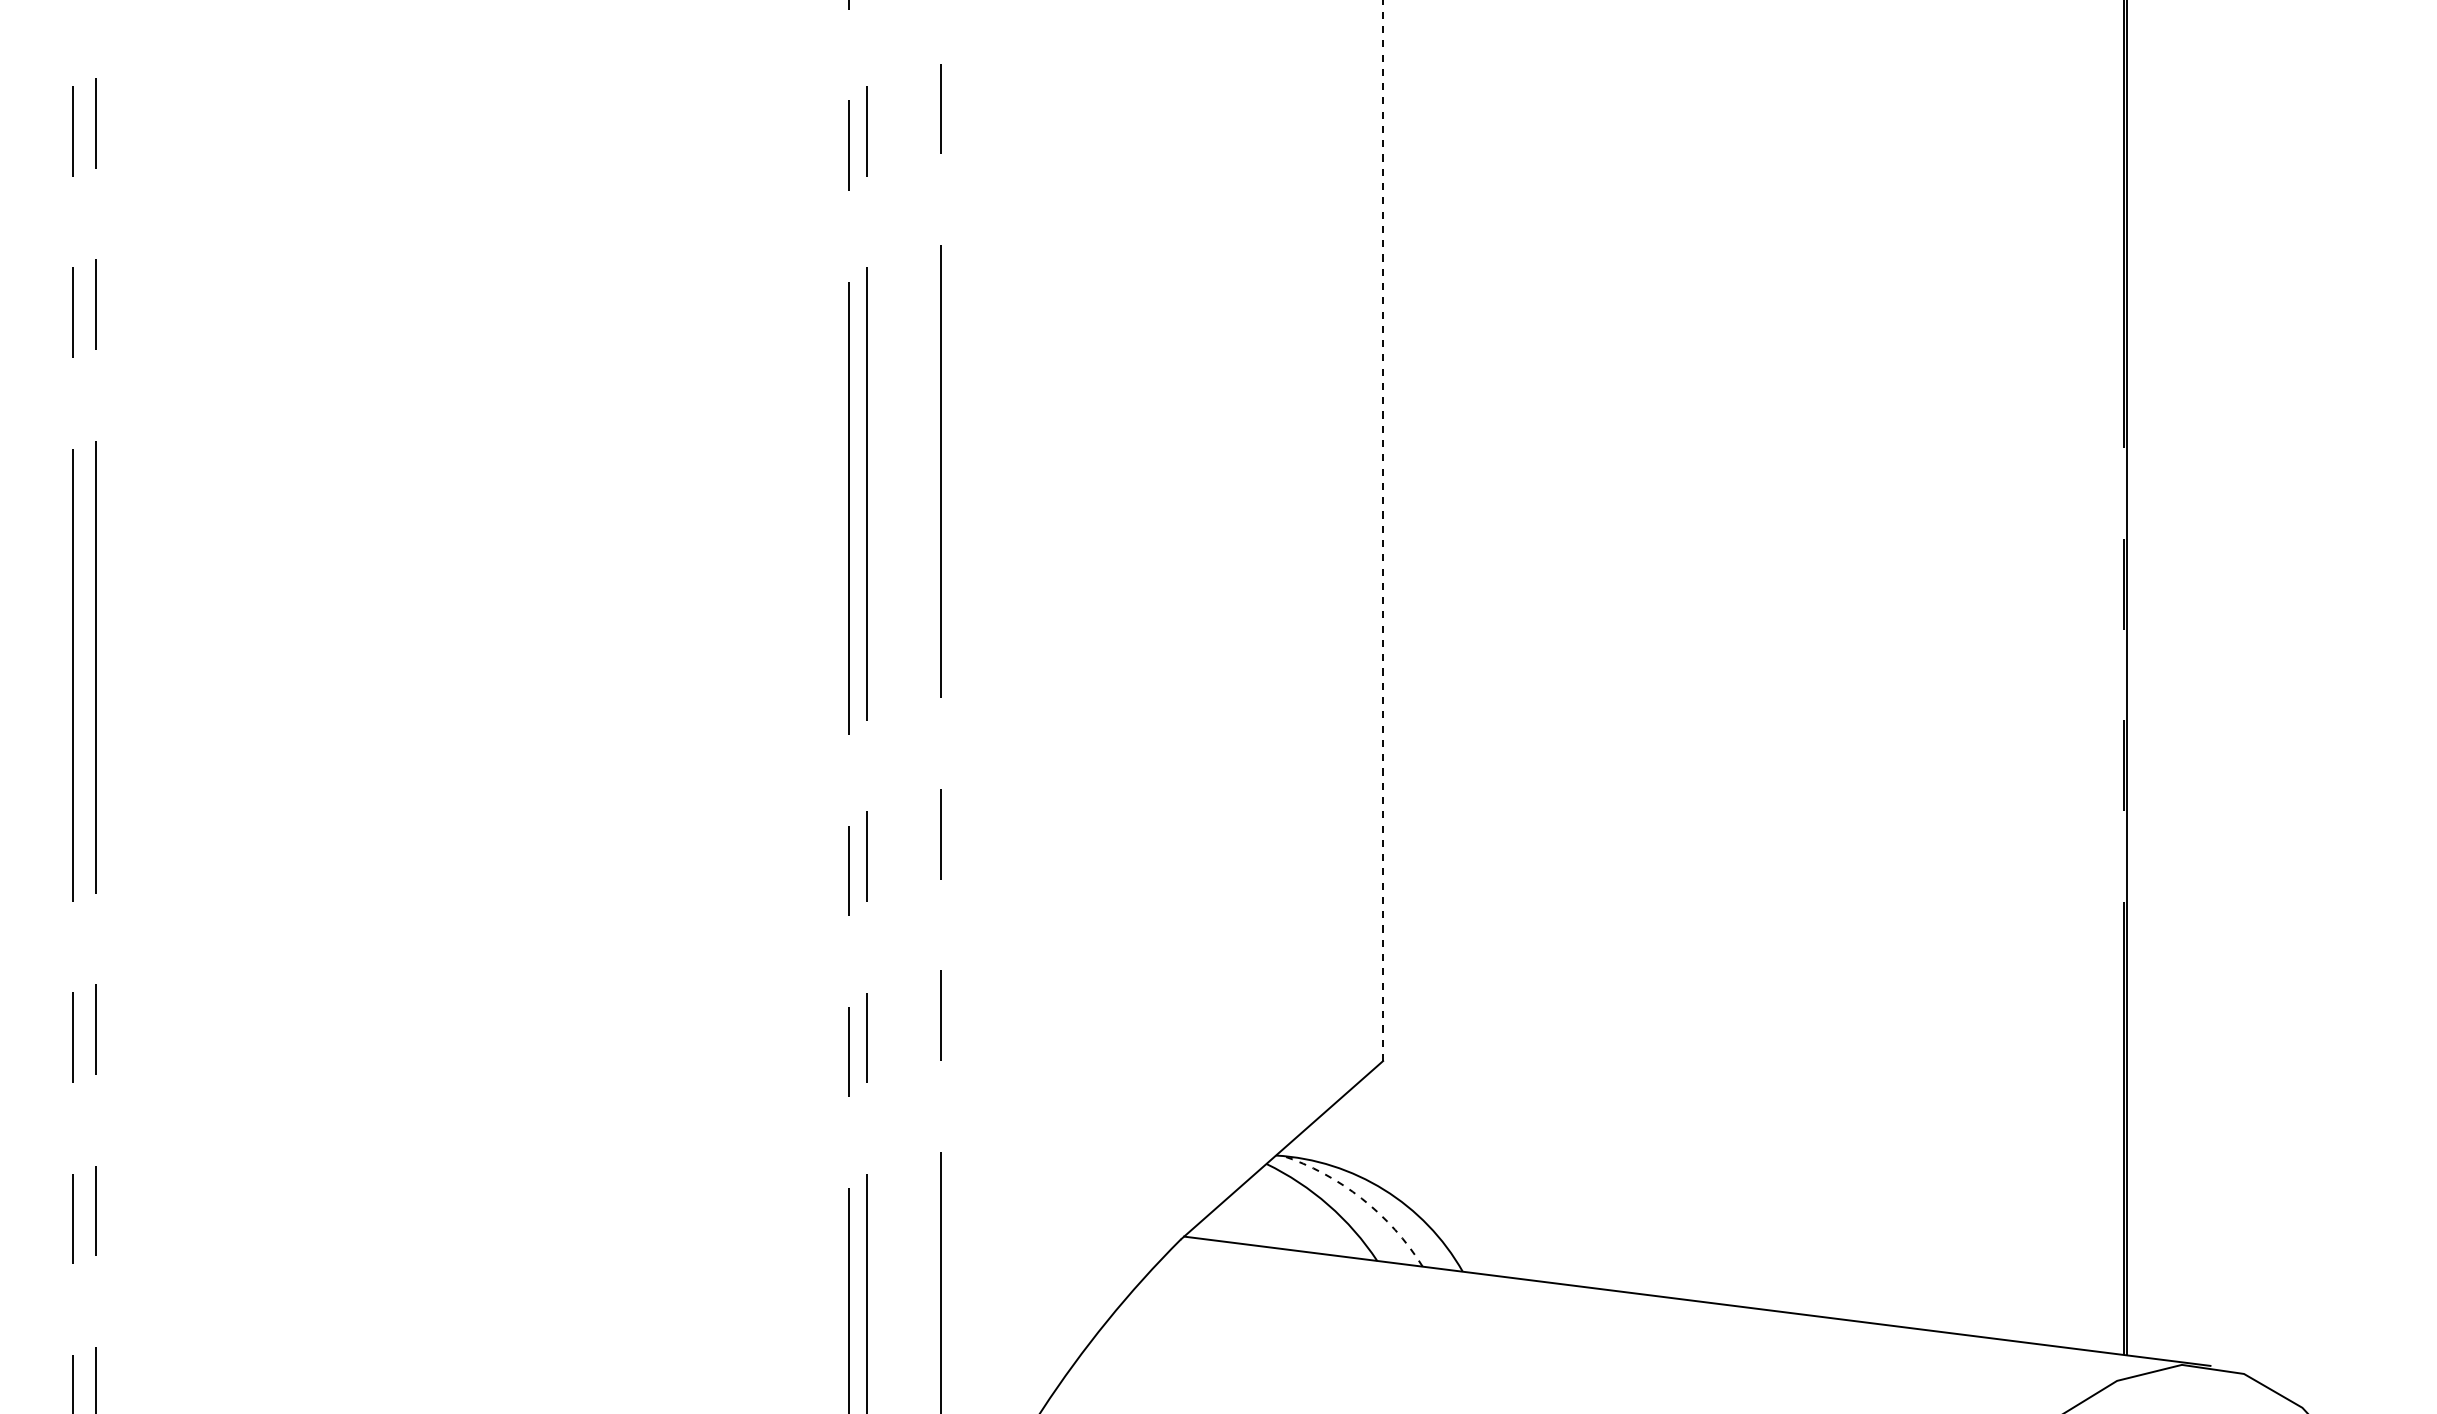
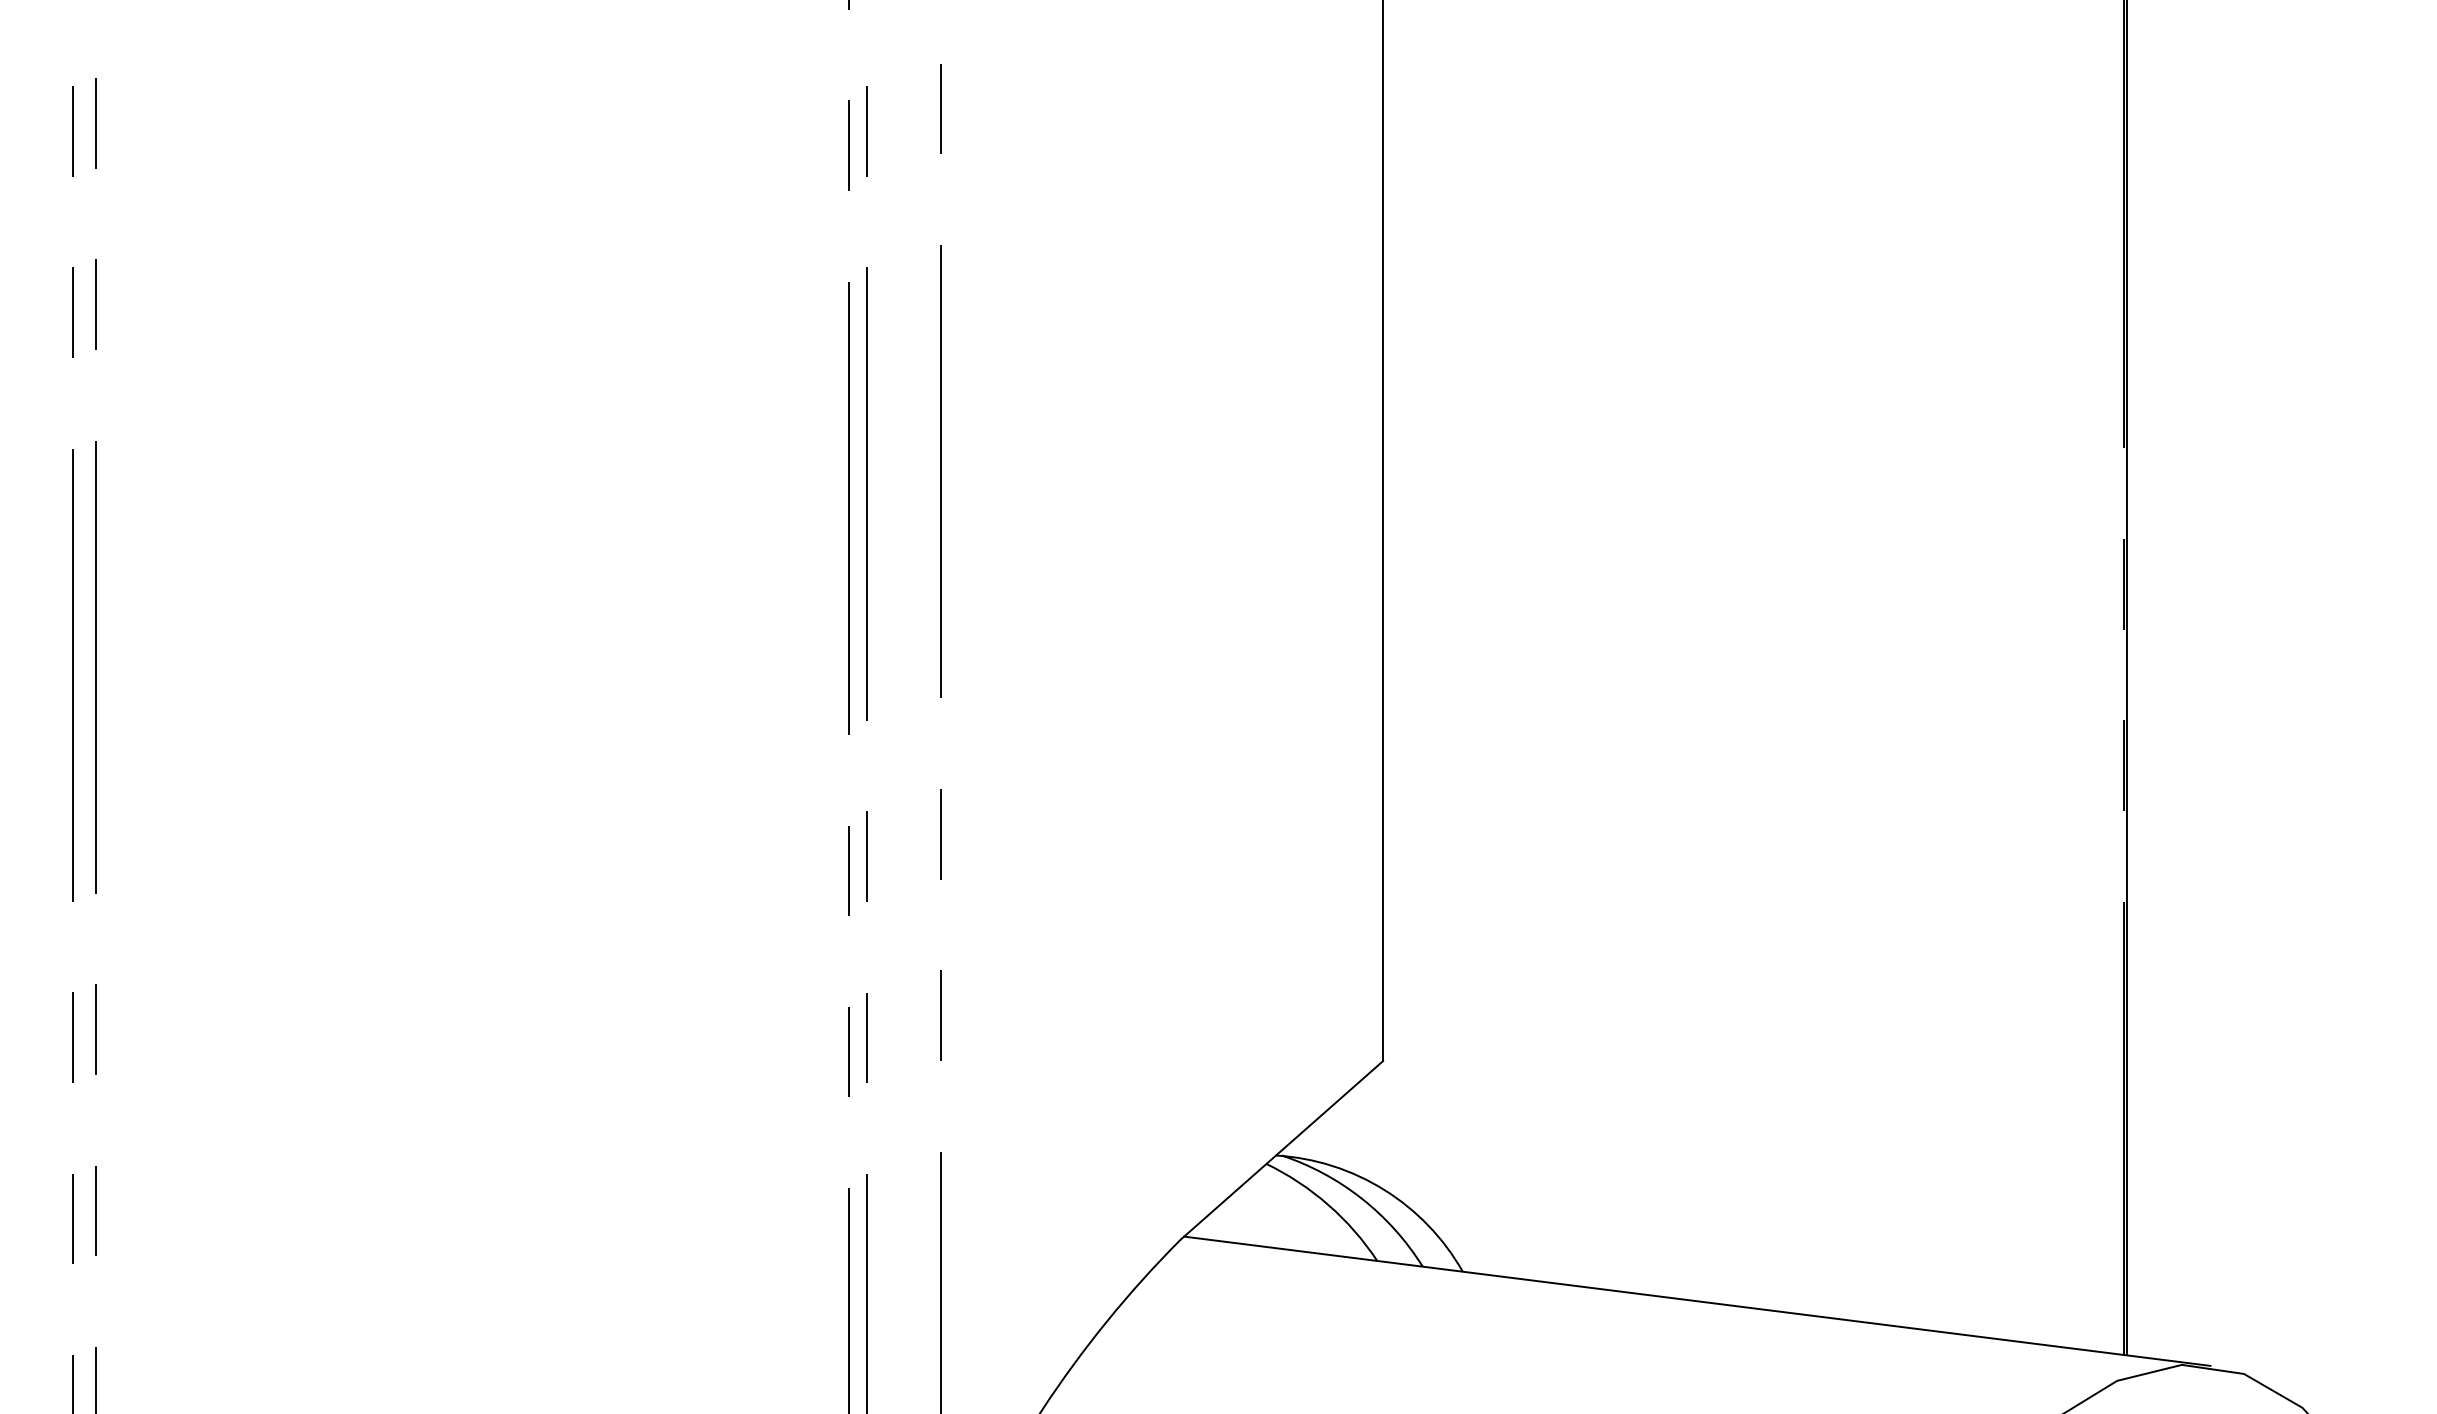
line at (1383, 530): dashed -> solid
arc at (1361, 1198): dashed -> solid
